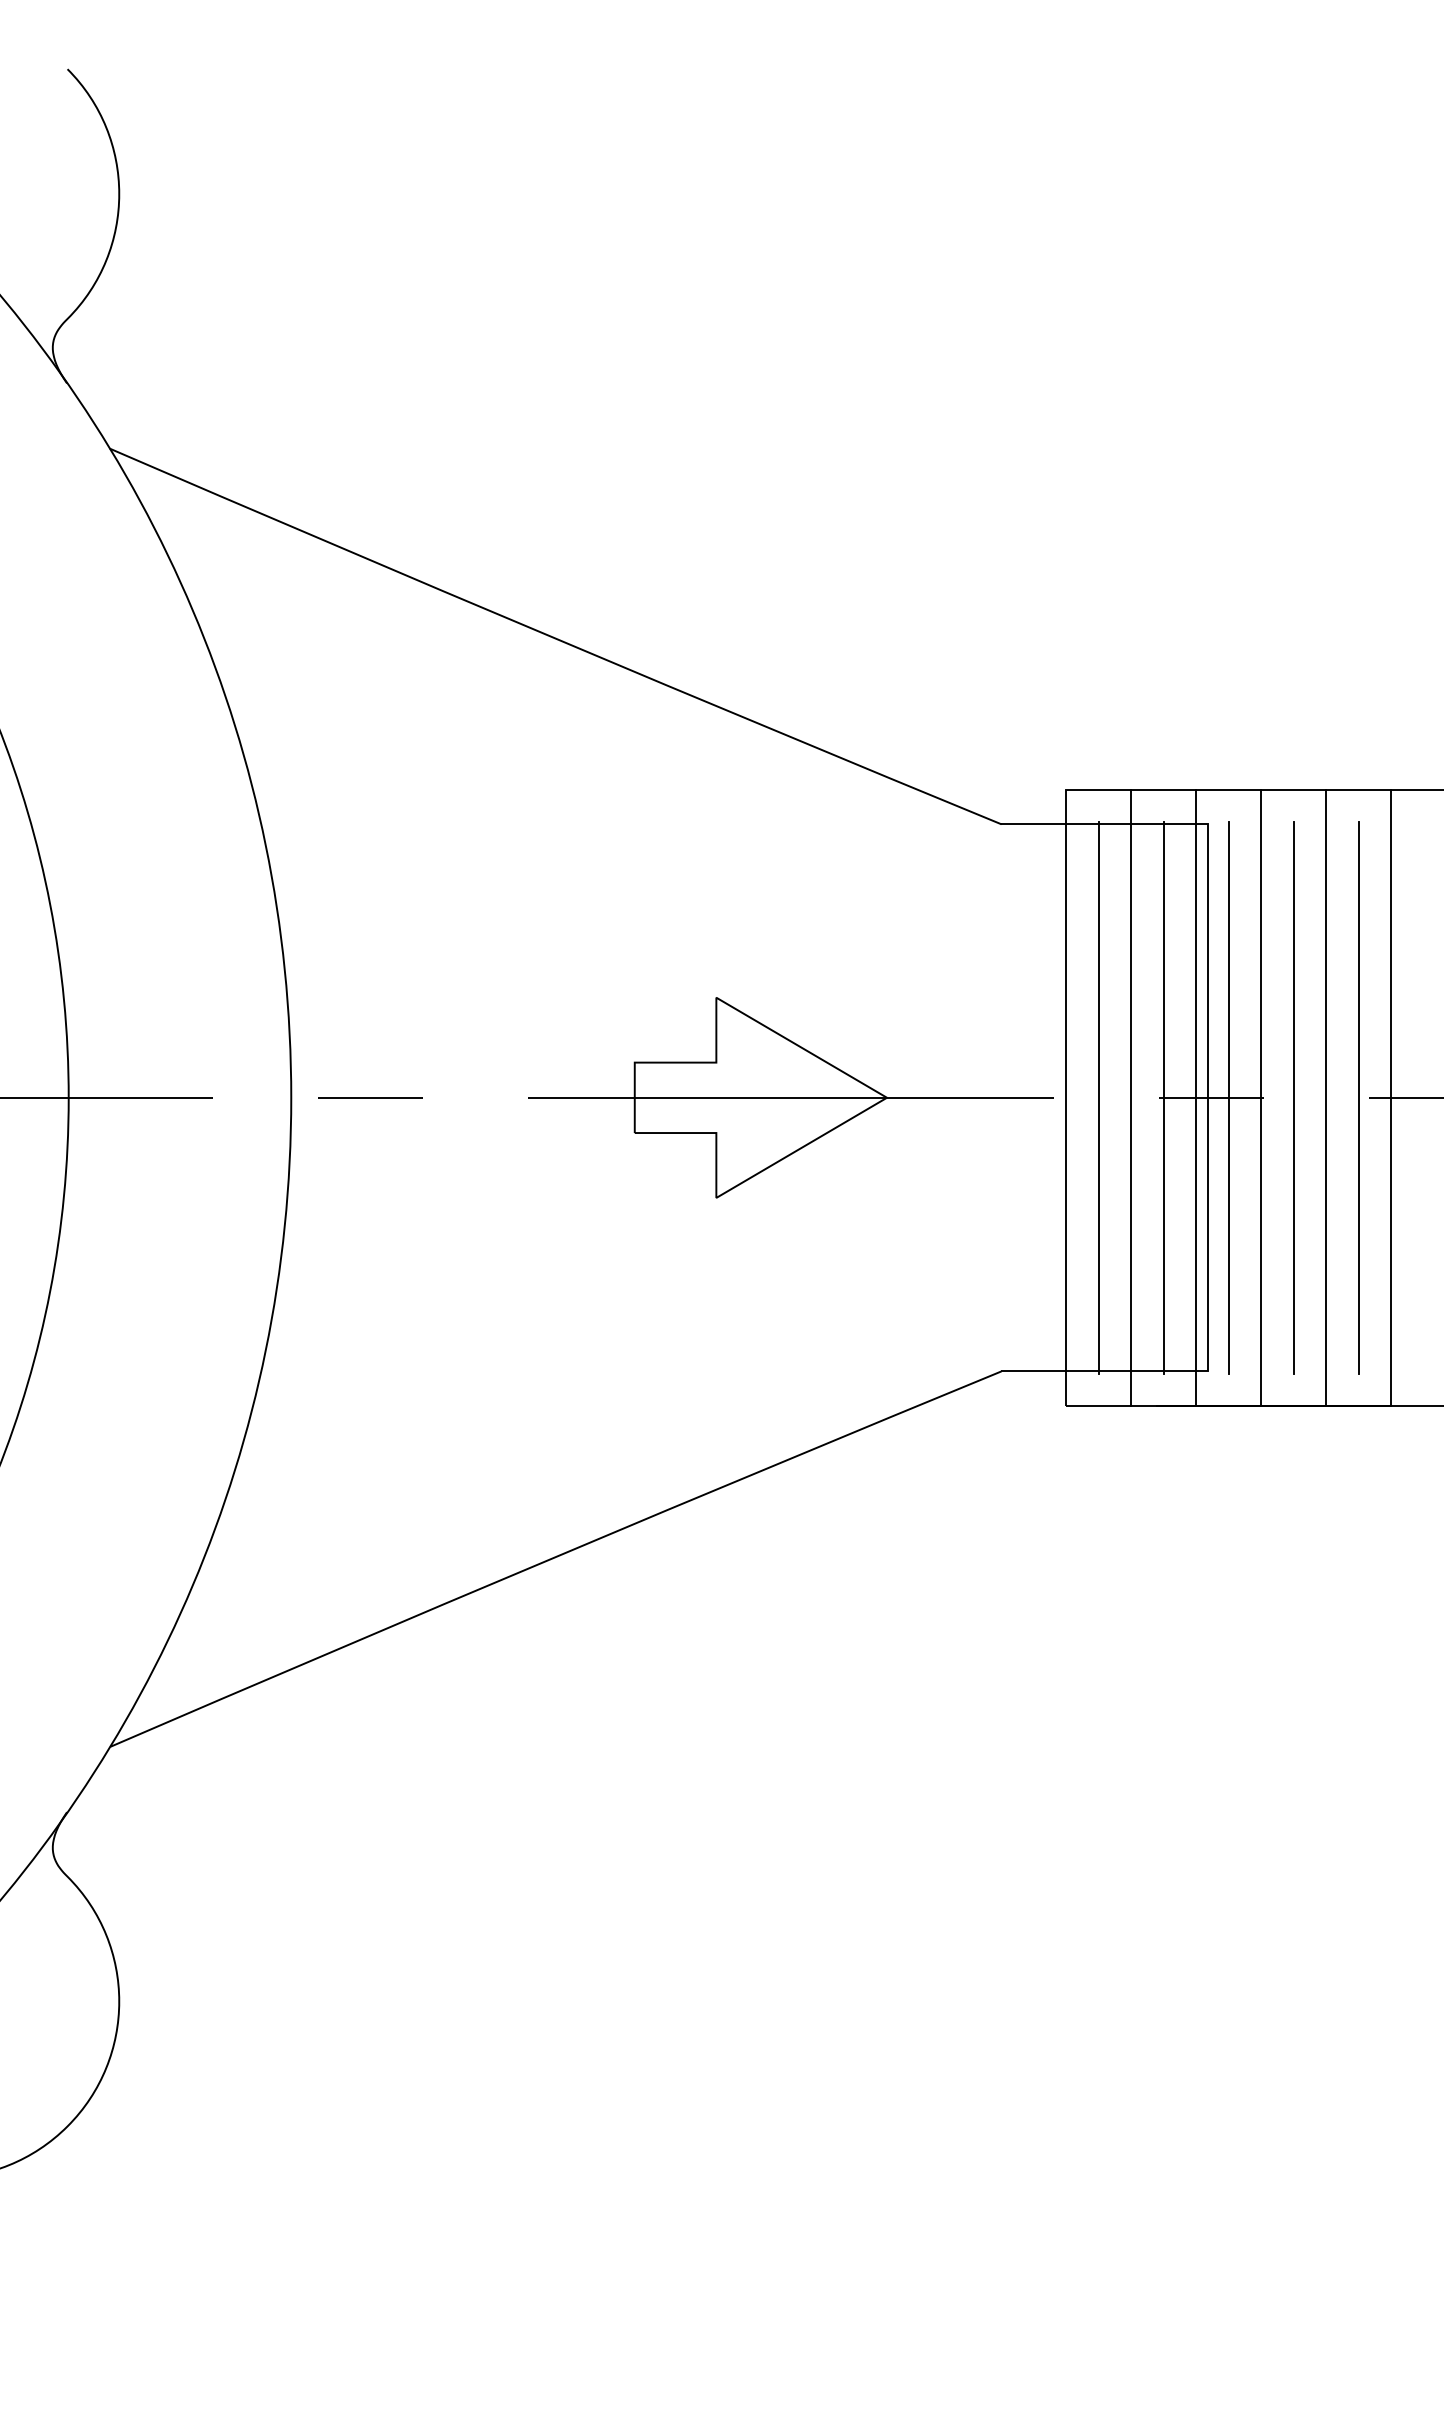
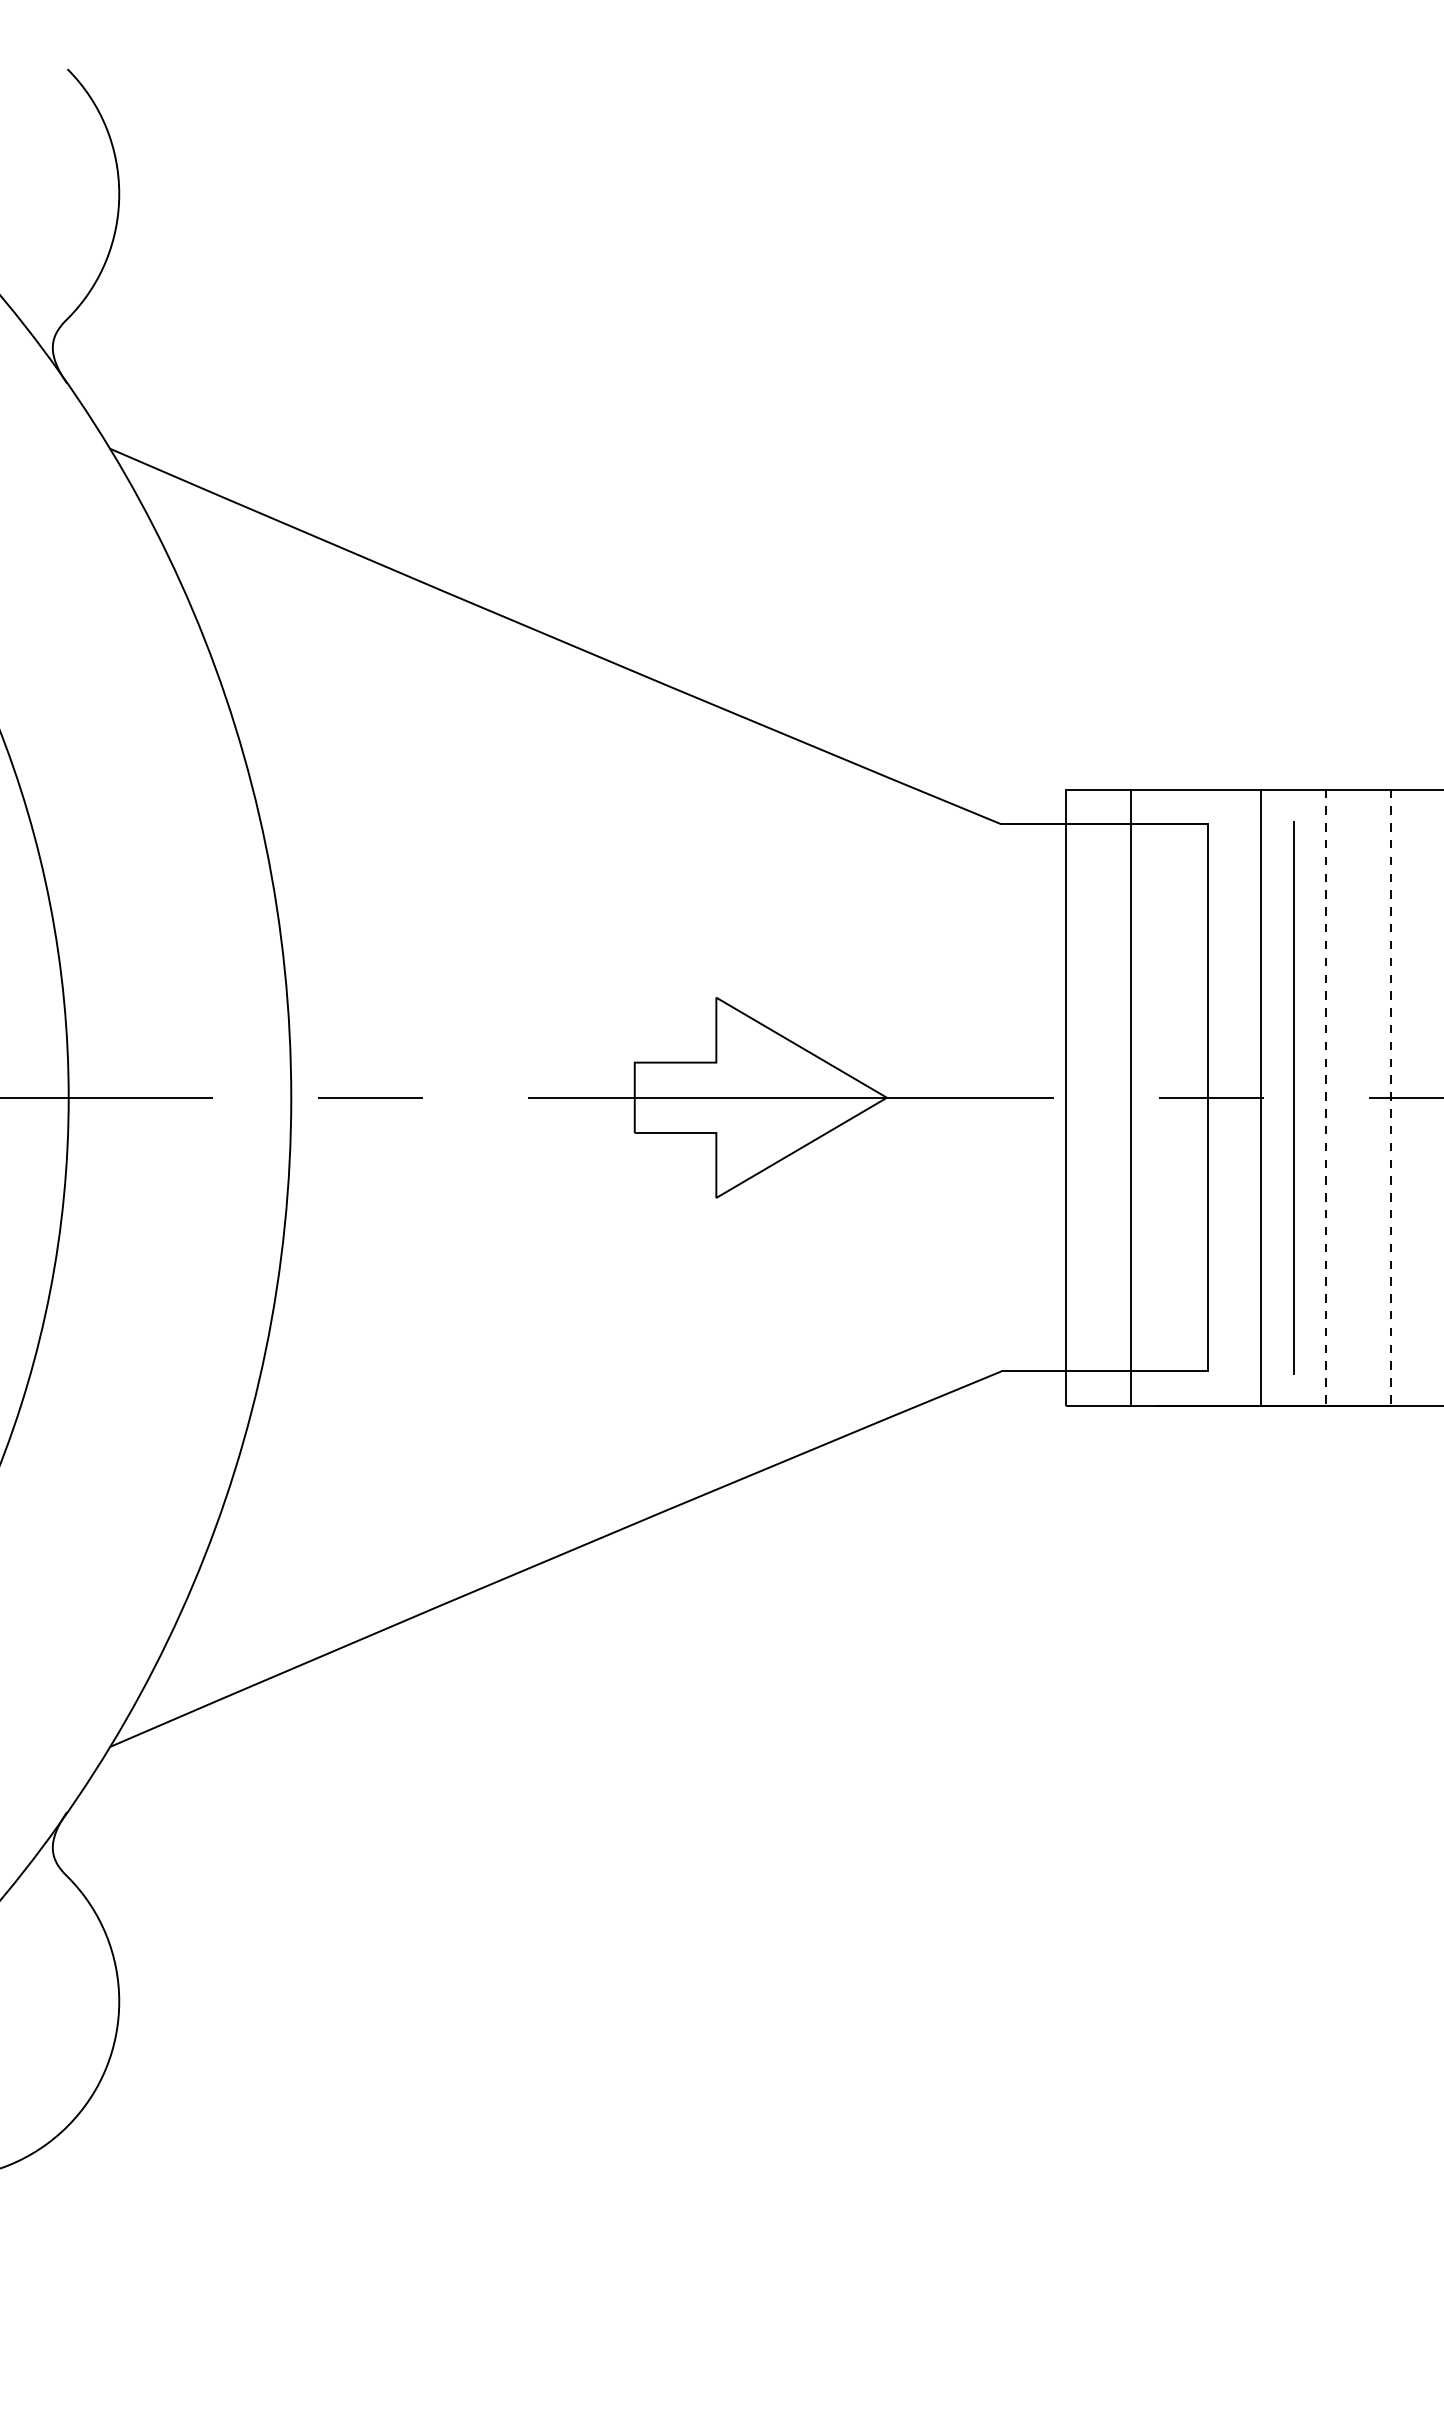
line at (1098, 1097): present -> none
line at (1163, 1097): present -> none
line at (1196, 1097): present -> none
line at (1228, 1097): present -> none
line at (1358, 1097): present -> none
line at (1326, 1098): solid -> dashed
line at (1390, 1098): solid -> dashed
